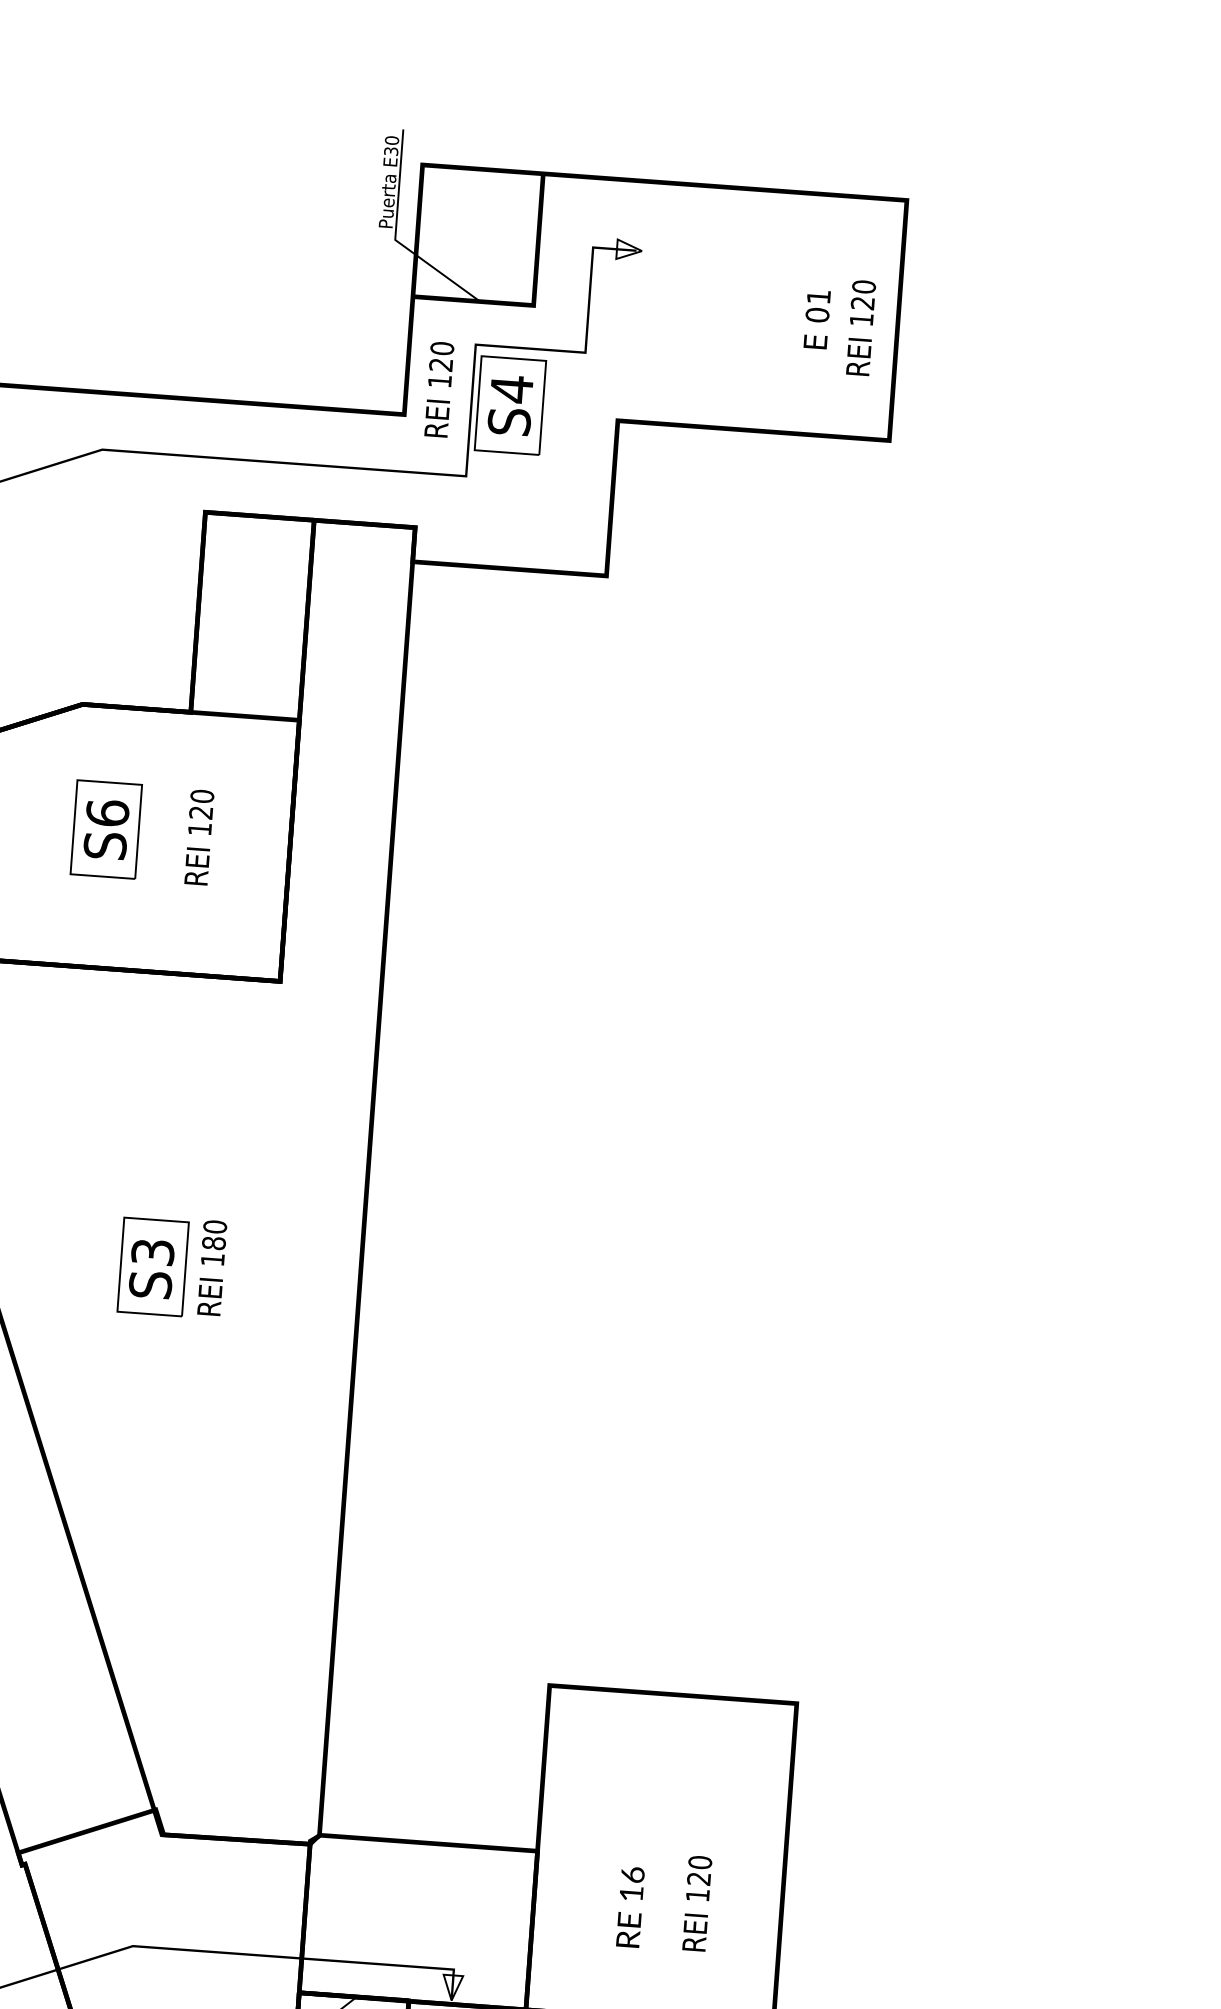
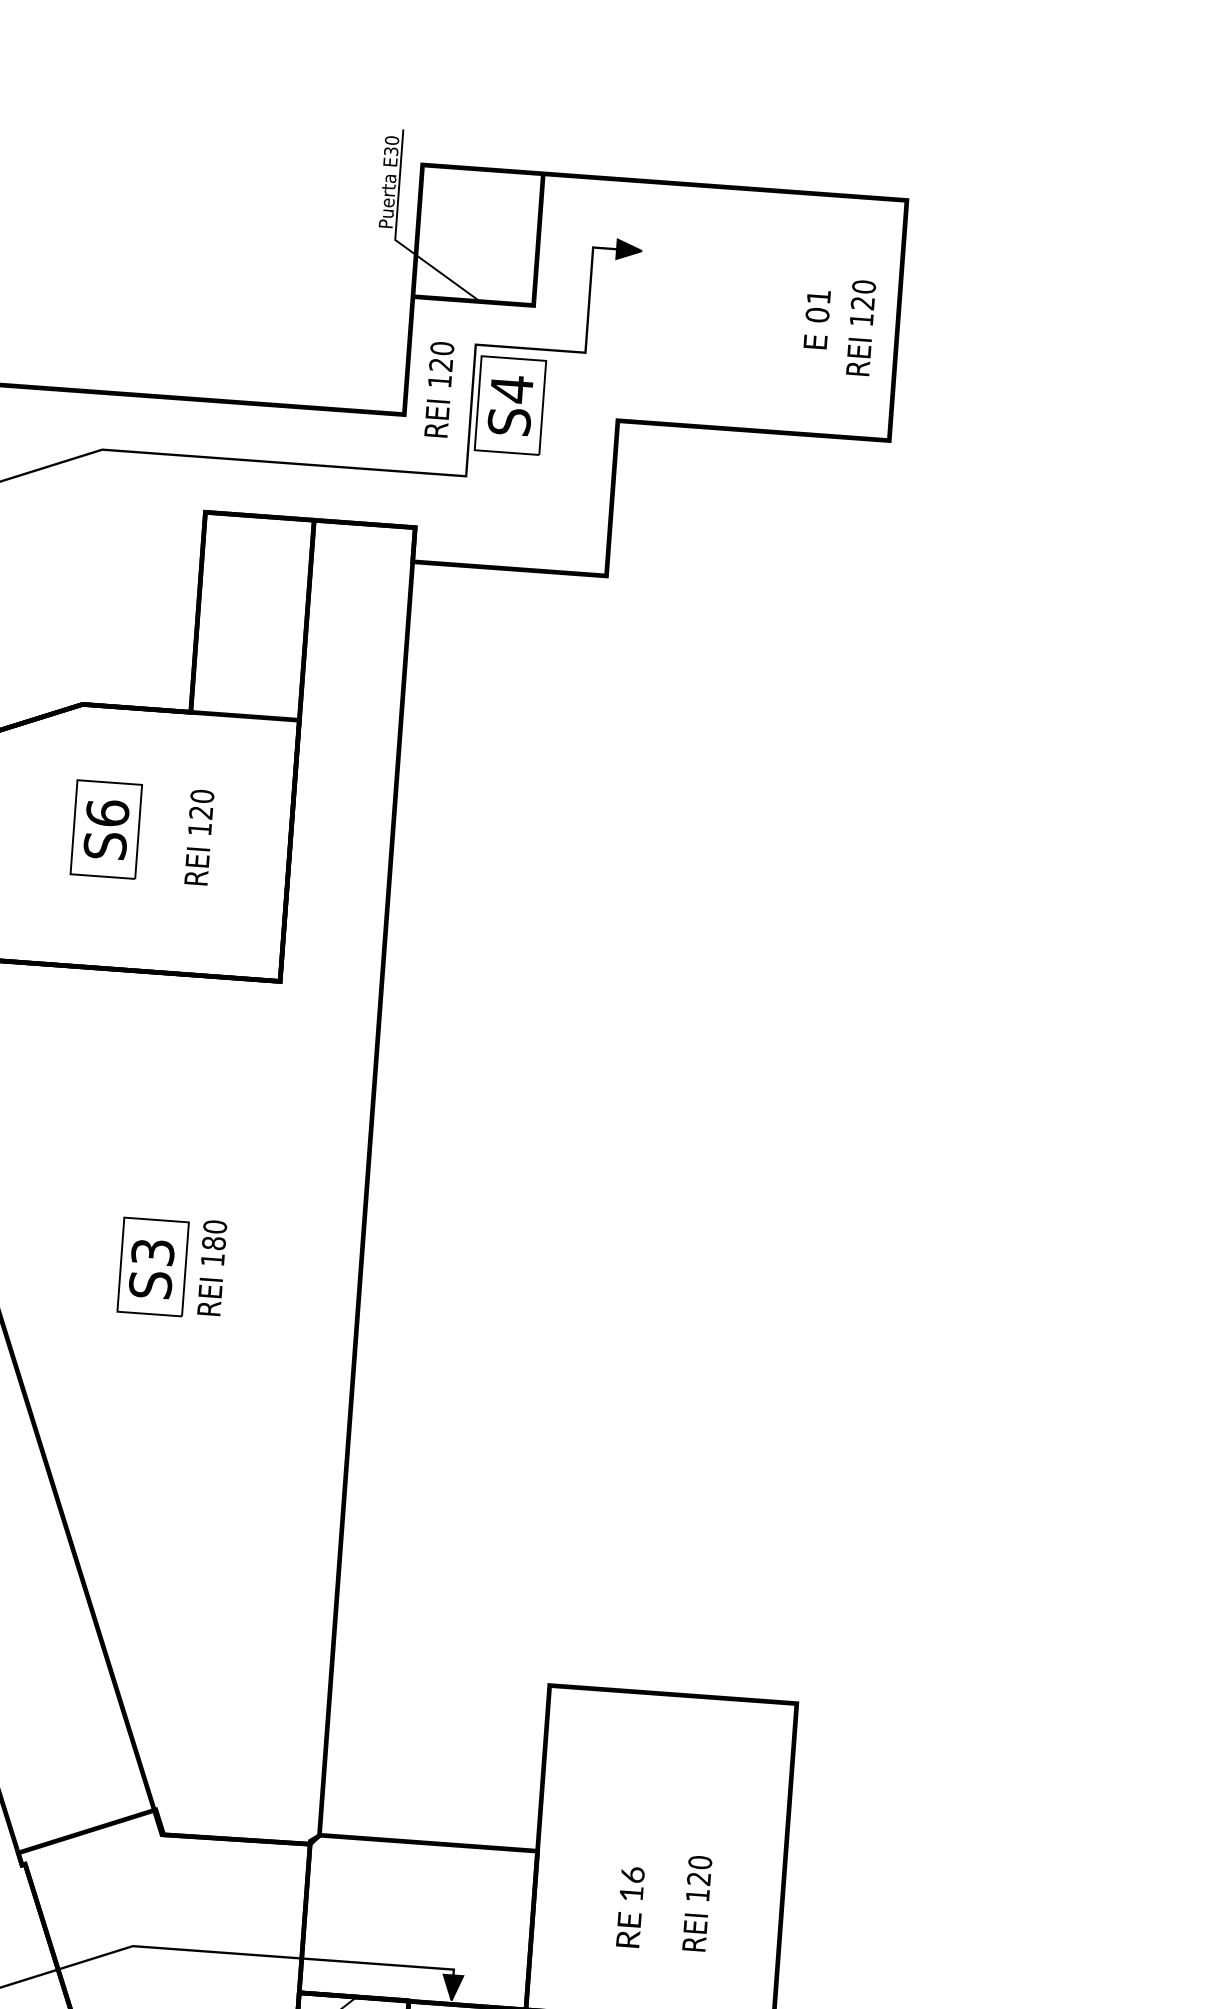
fill at (629, 249): none -> present
fill at (453, 1987): none -> present
